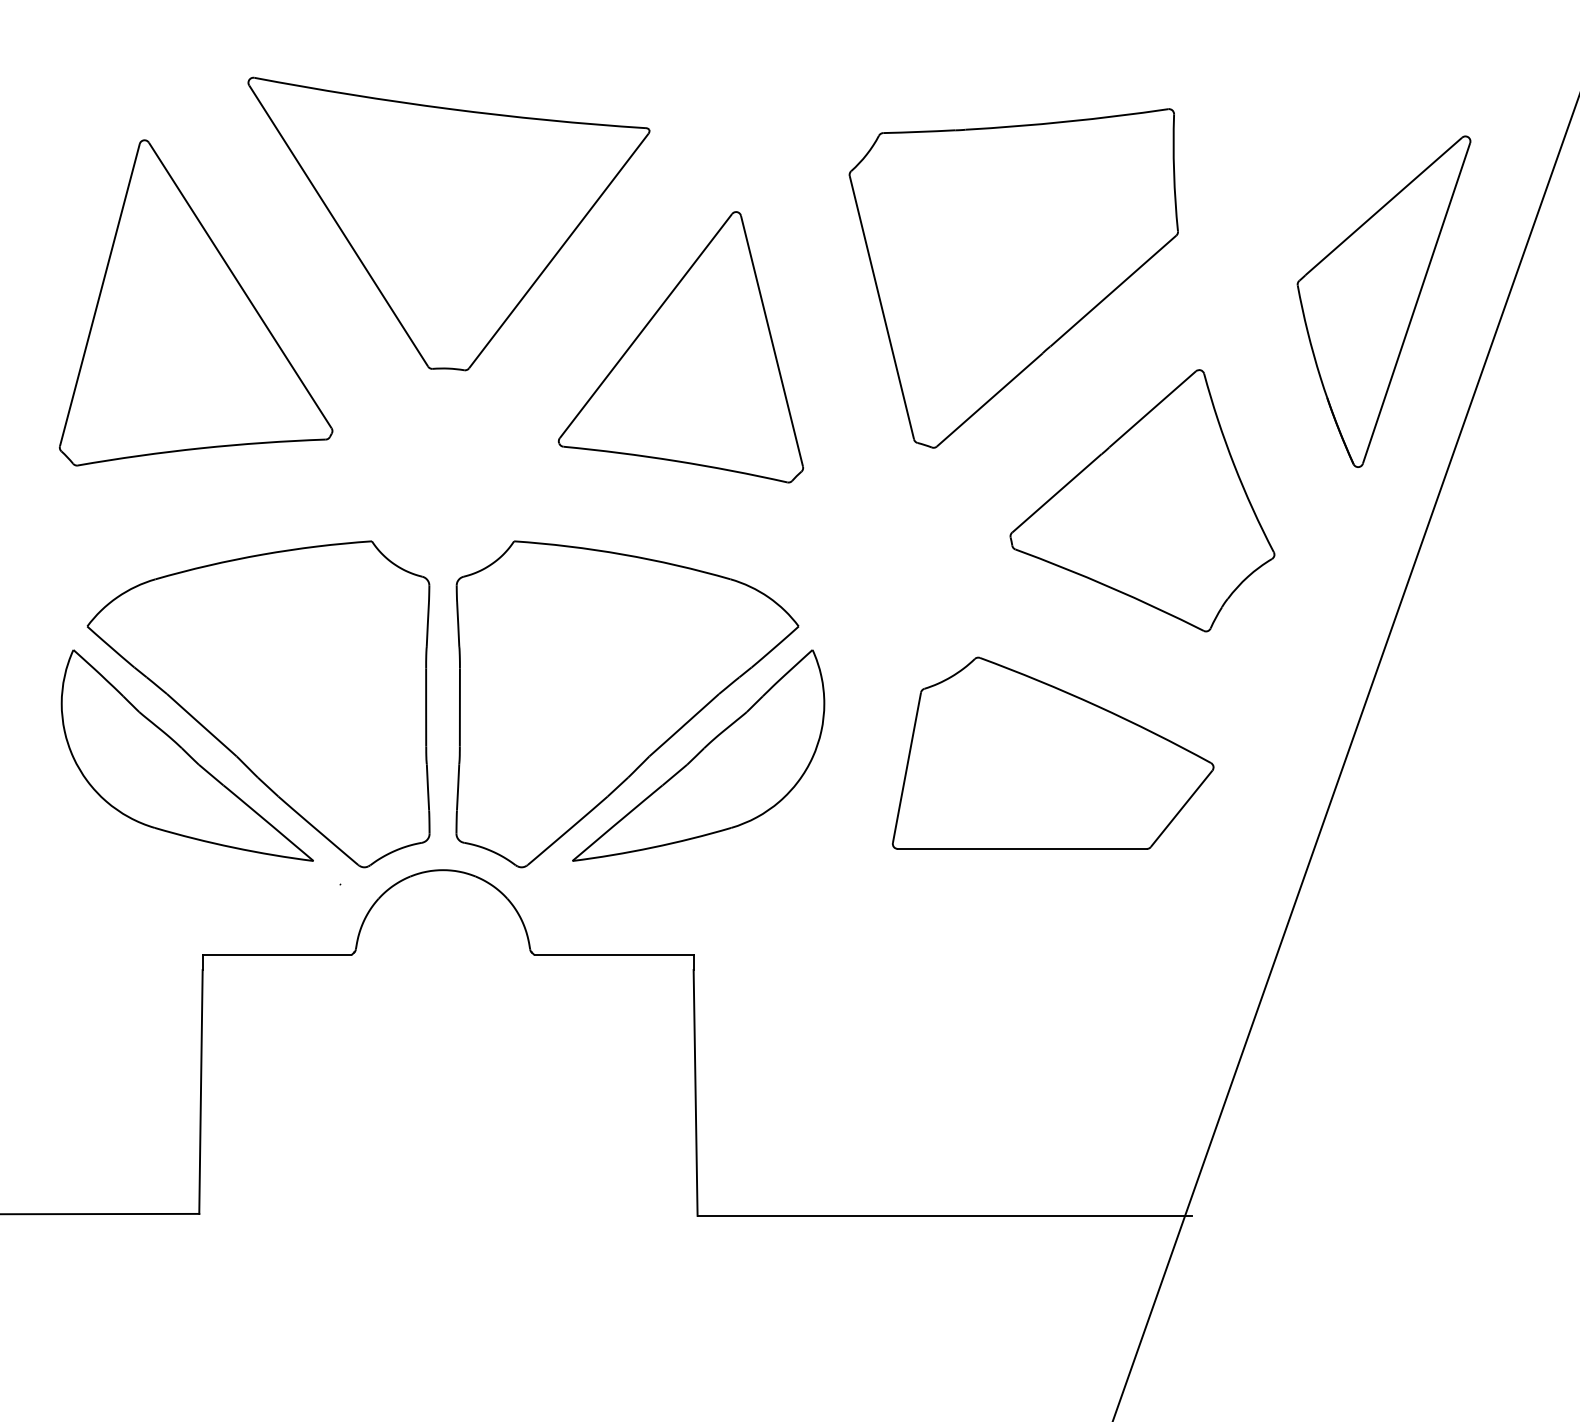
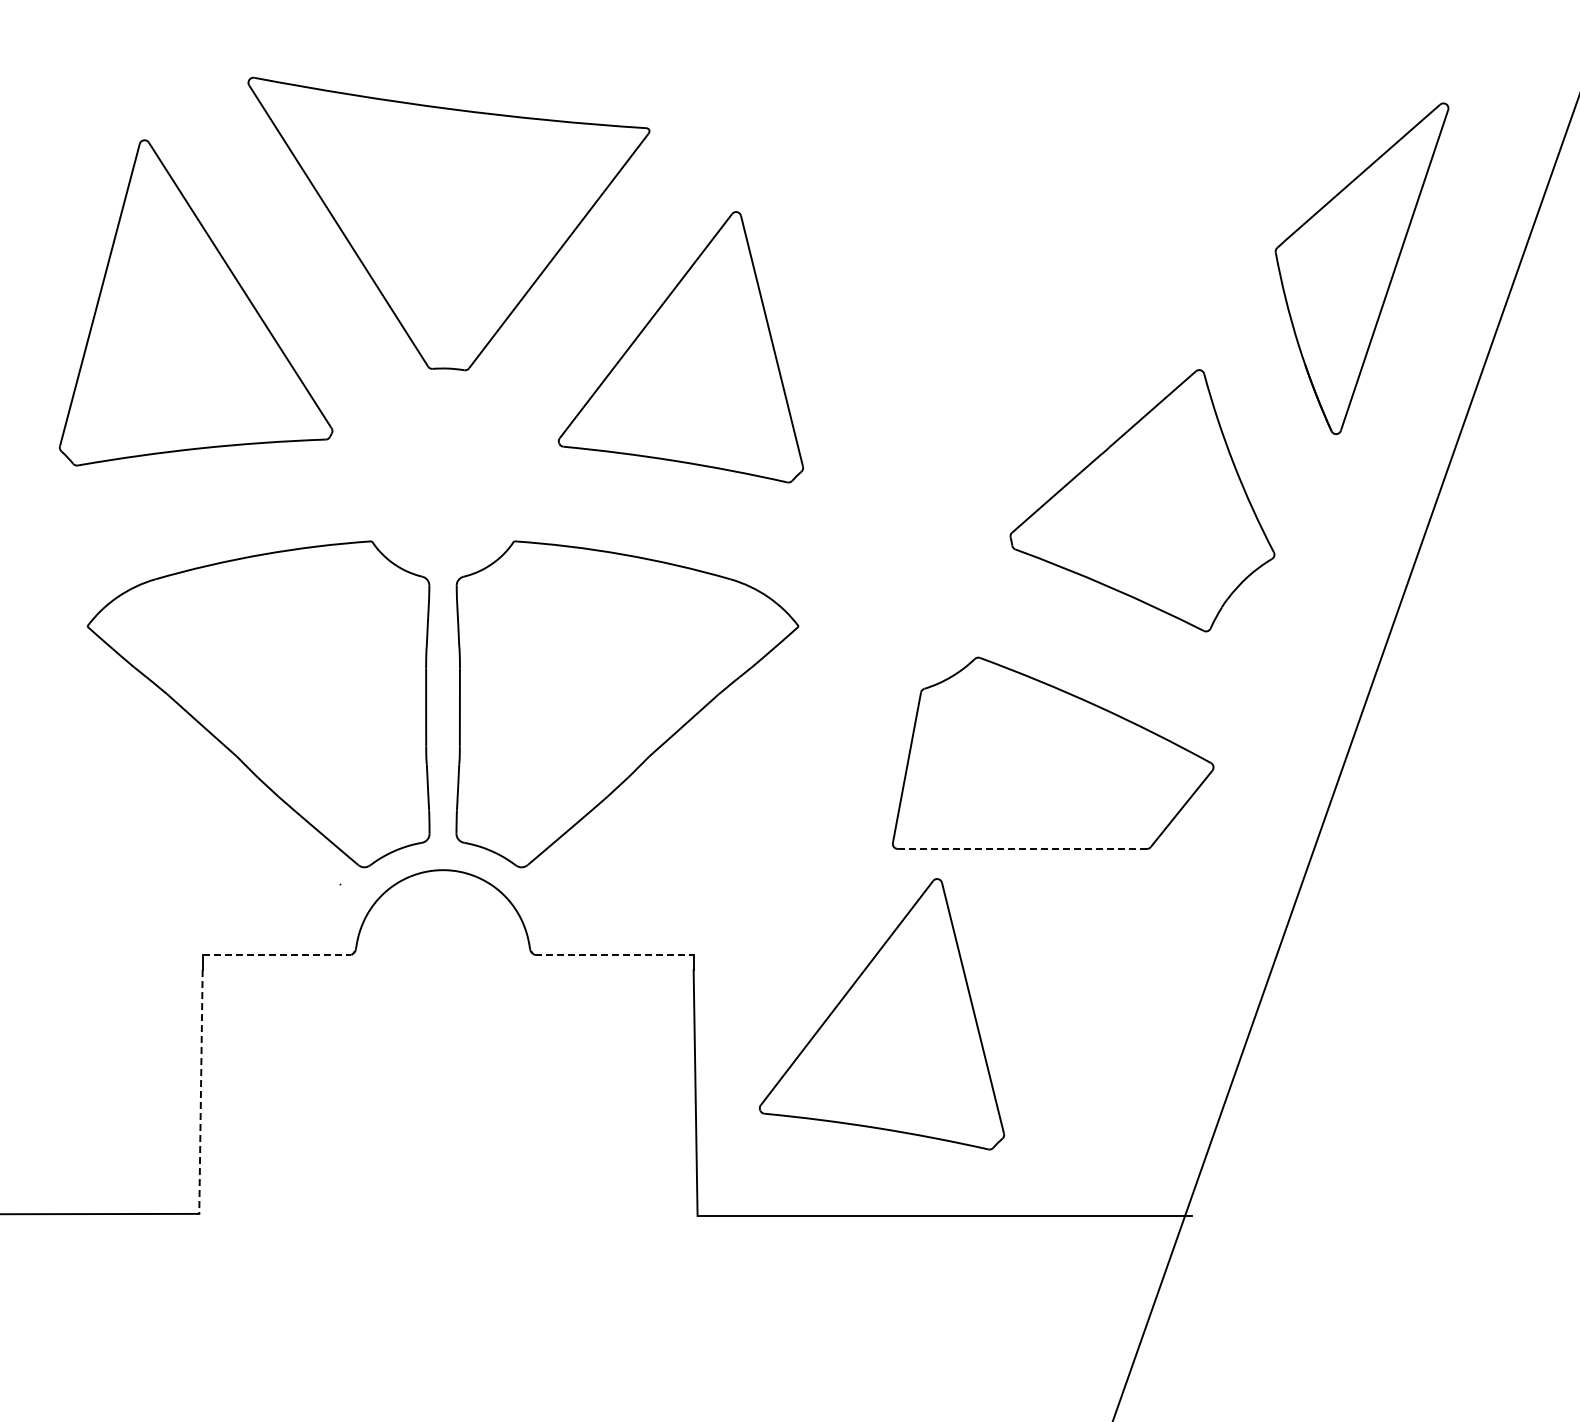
part at (1013, 278): present -> none
part at (1383, 301) position: (1383, 301) -> (1361, 268)
part at (186, 755): present -> none
part at (698, 755): present -> none
line at (1022, 848): solid -> dashed
line at (277, 955): solid -> dashed
line at (614, 955): solid -> dashed
part at (881, 1014): none -> present
line at (200, 1091): solid -> dashed
